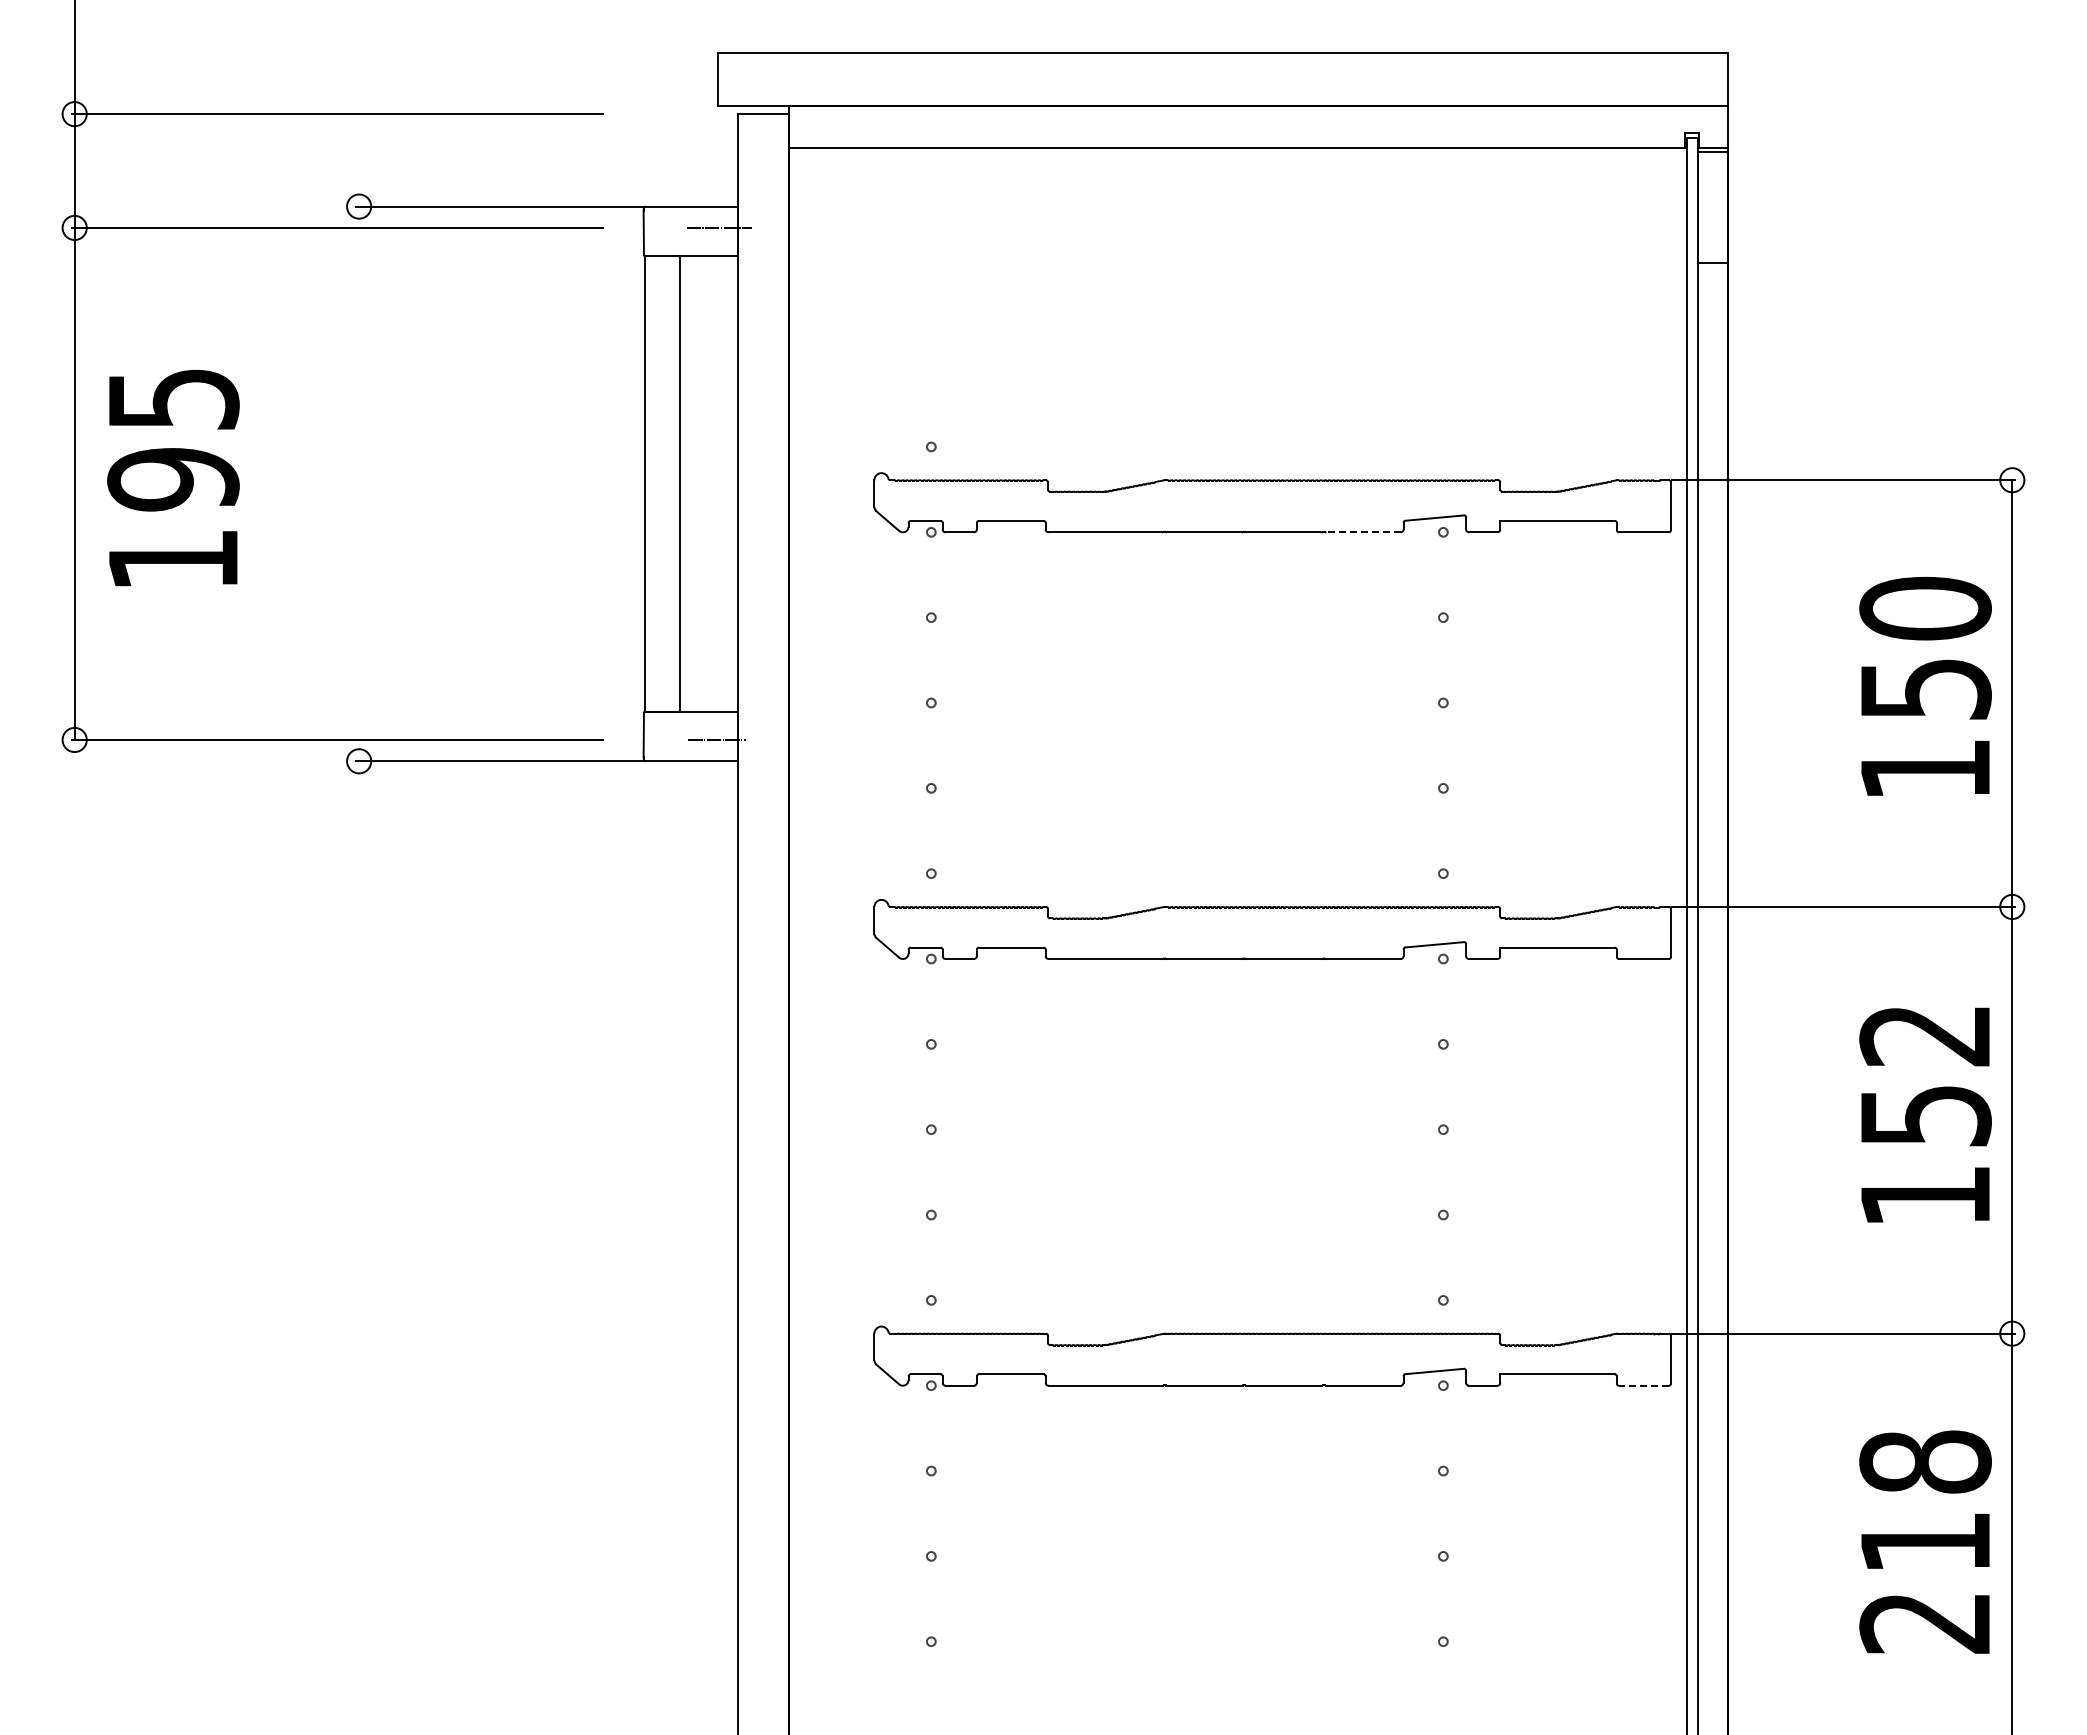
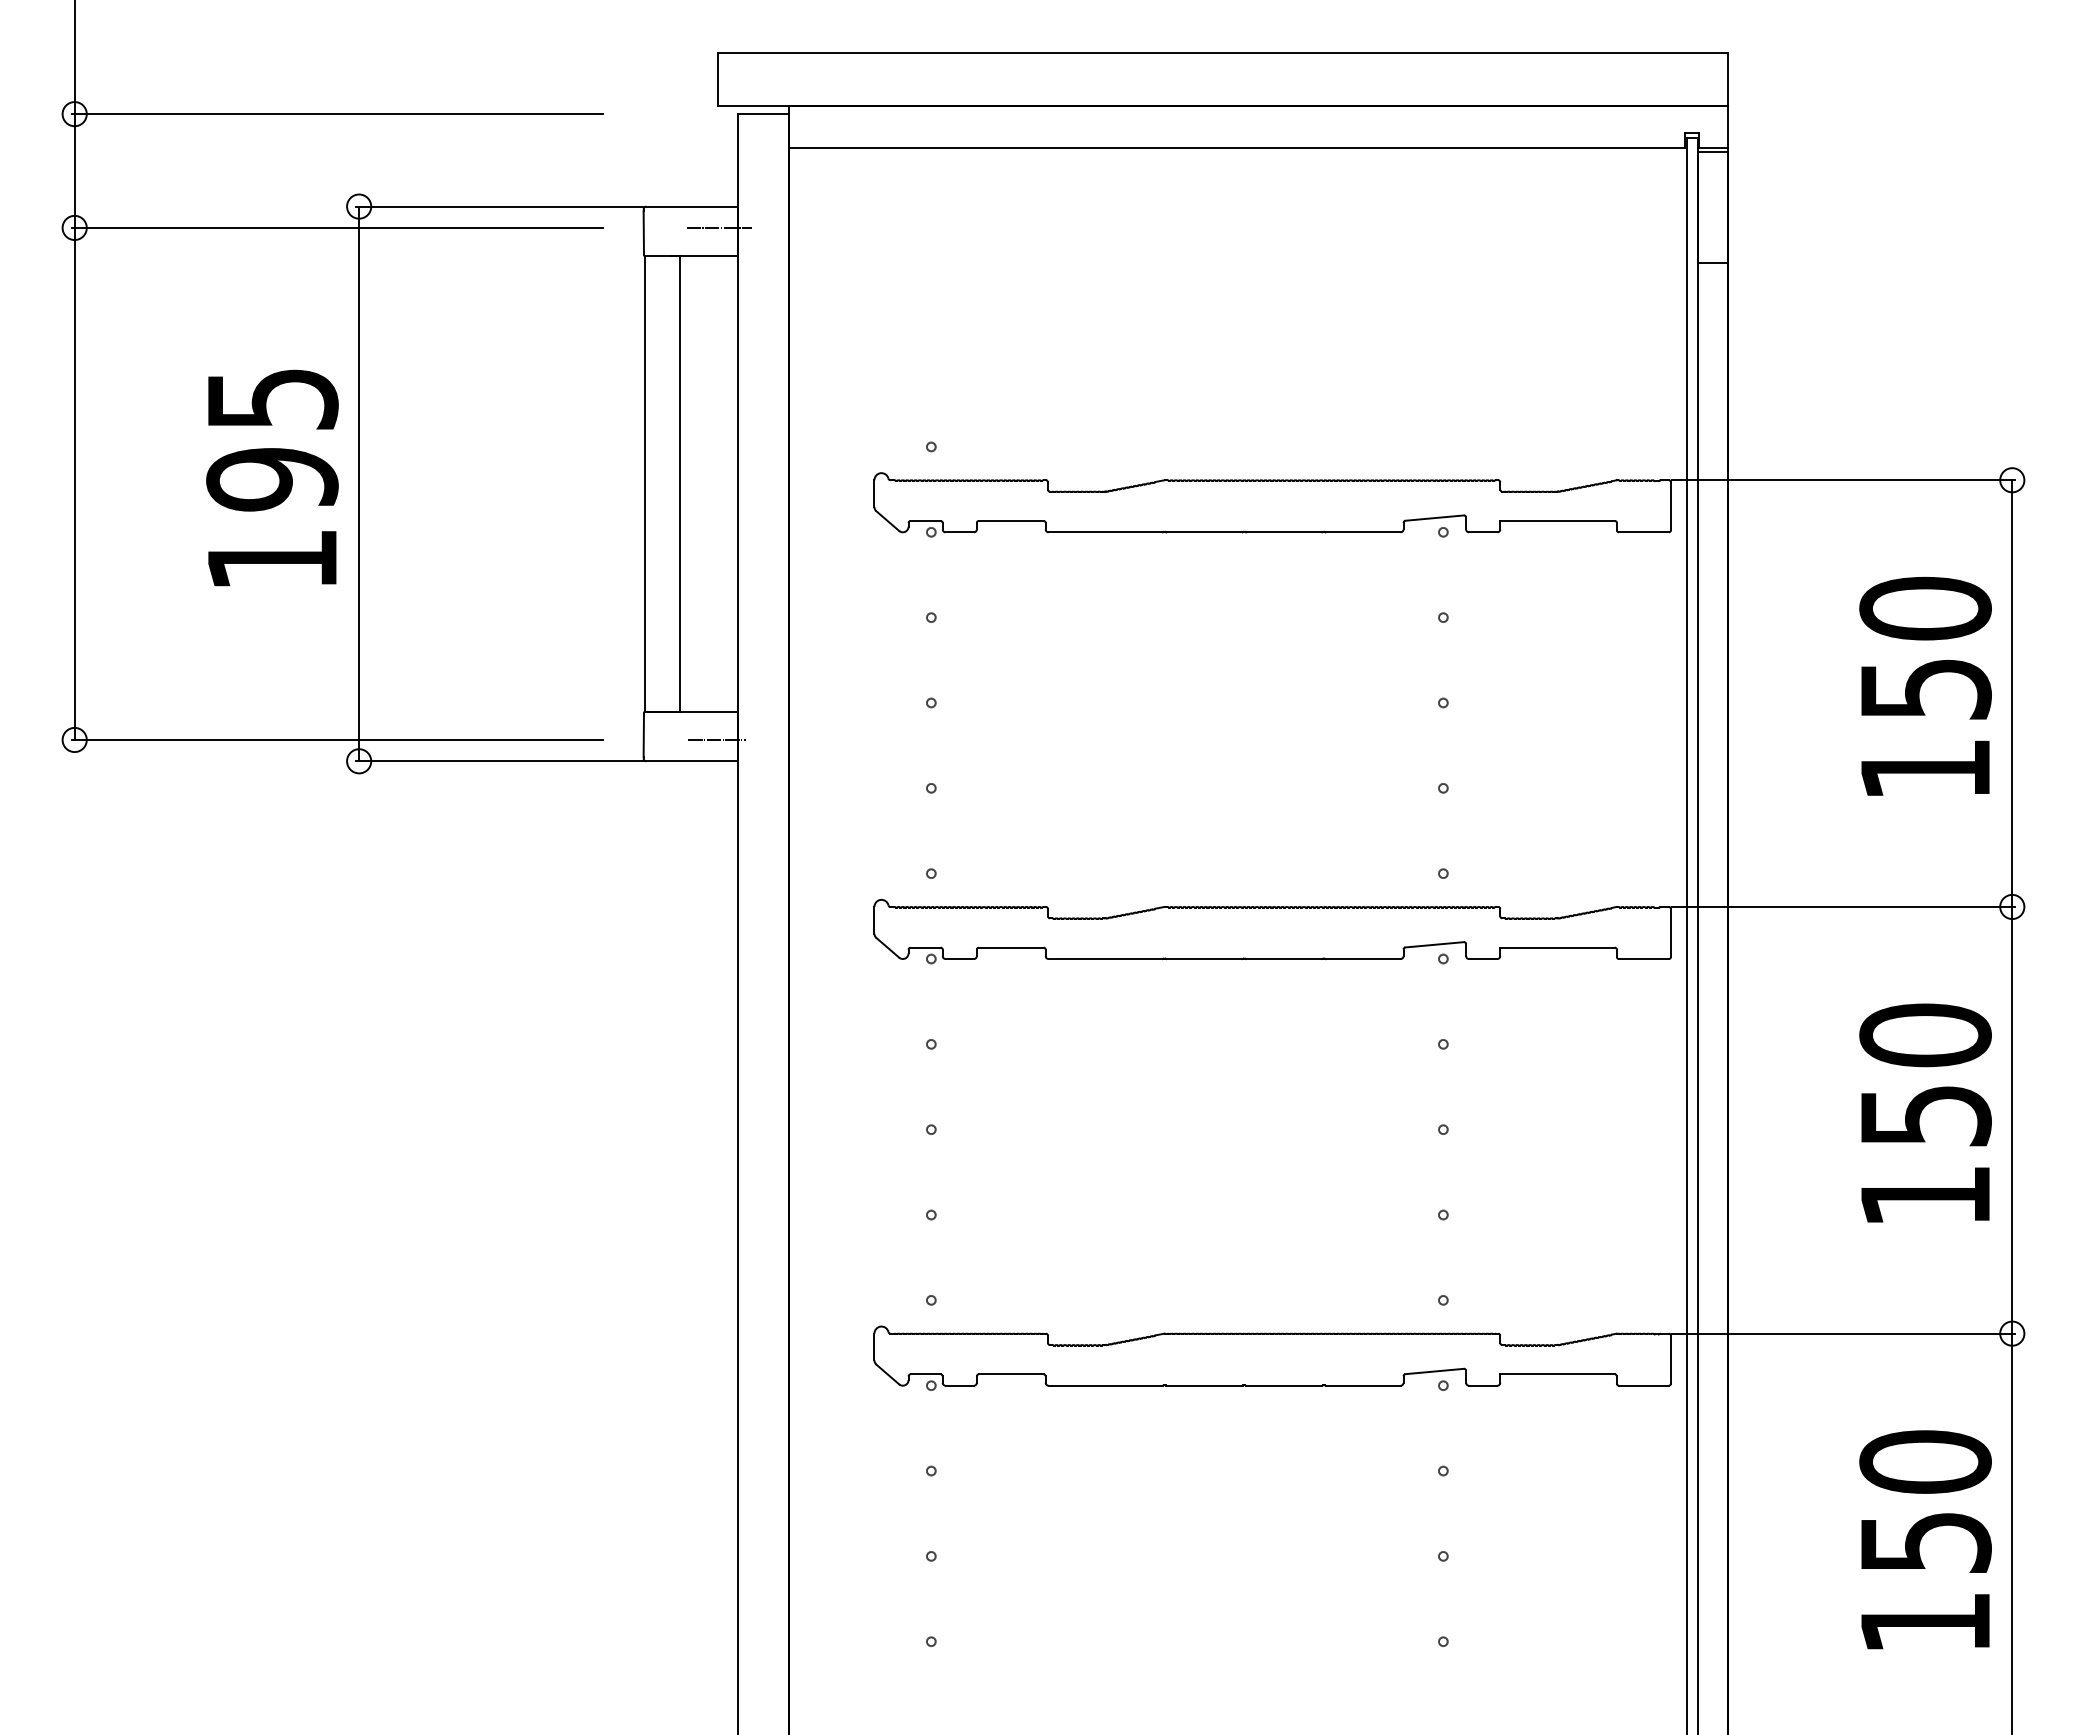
text at (173, 477) position: (173, 477) -> (272, 477)
line at (359, 483): none -> present
line at (1363, 532): dashed -> solid
text at (1925, 1035): 152 -> 150
line at (1643, 1385): dashed -> solid
text at (1925, 1541): 218 -> 150
